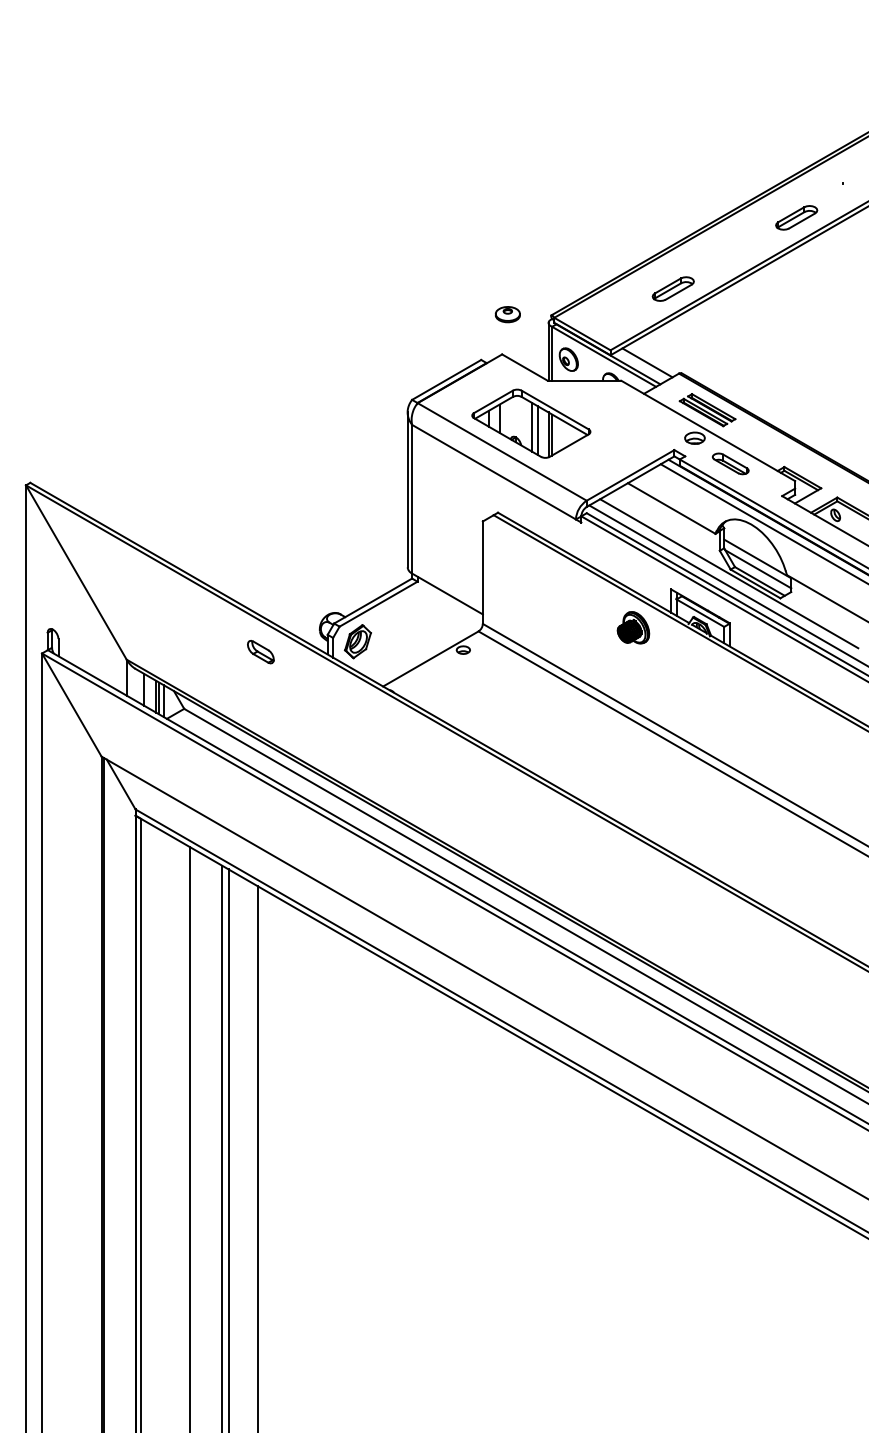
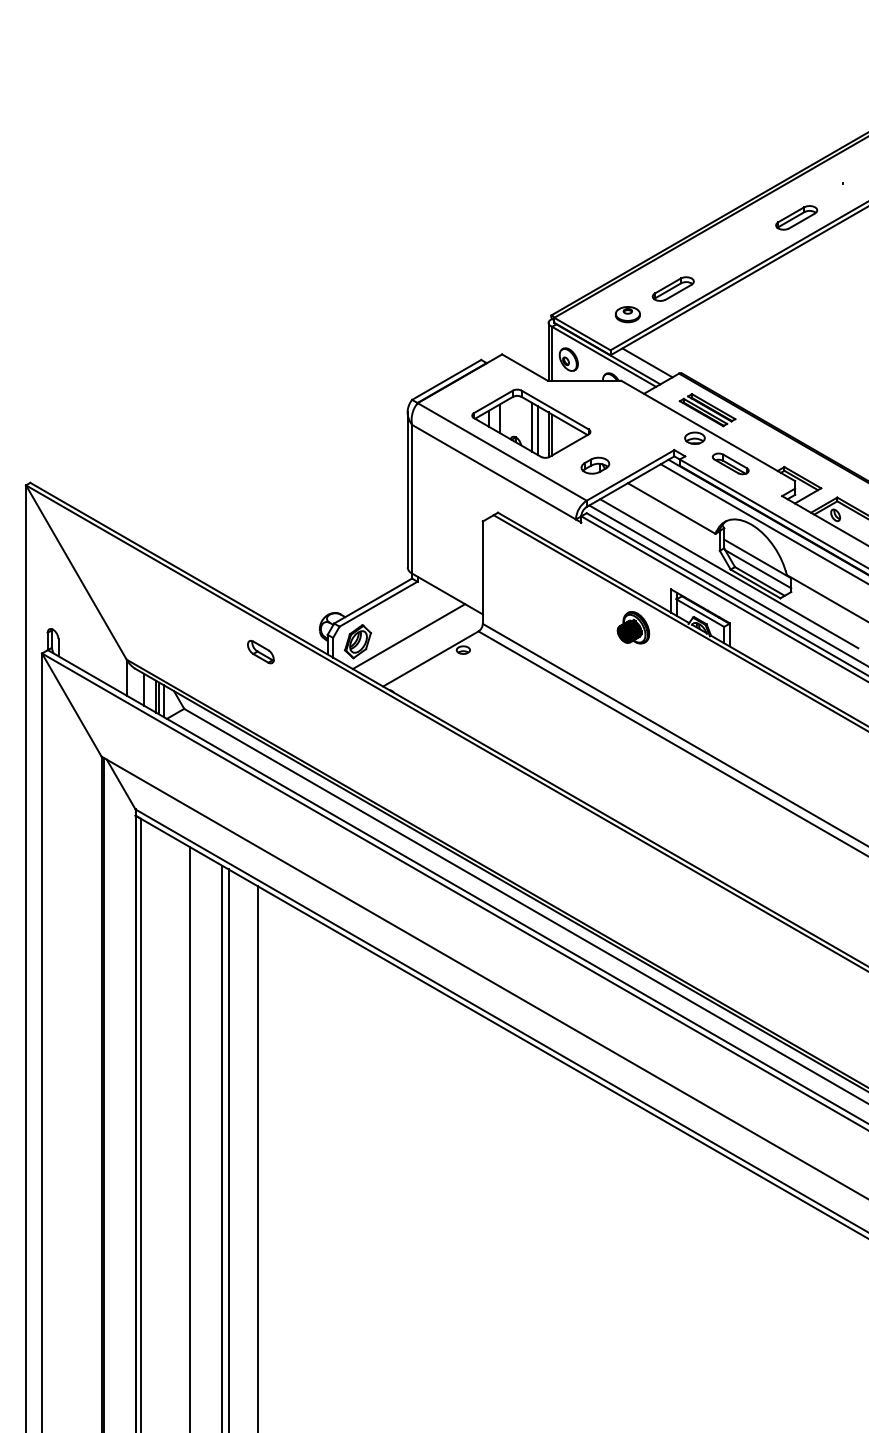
part at (507, 314) position: (507, 314) -> (627, 314)
part at (595, 465): none -> present
line at (408, 636): none -> present
